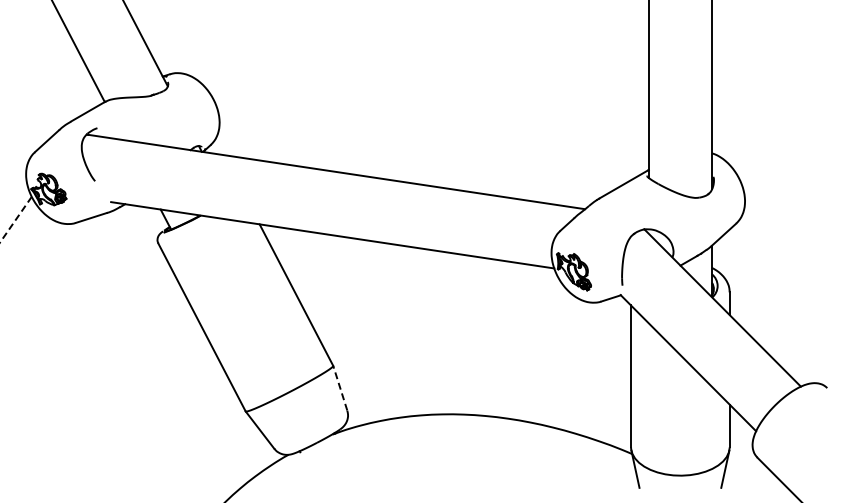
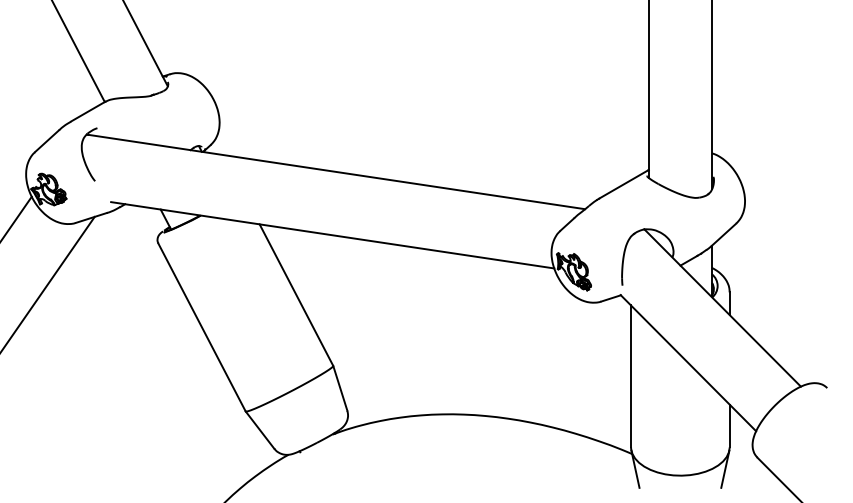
line at (15, 219): dashed -> solid
line at (48, 283): none -> present
line at (340, 387): dashed -> solid
